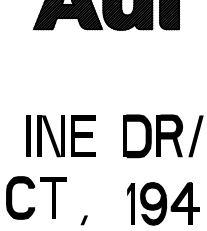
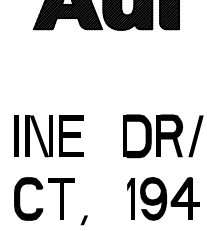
part at (60, 136) position: (60, 136) -> (48, 136)
part at (34, 188) position: (34, 188) -> (42, 189)
part at (163, 203) position: (163, 203) -> (163, 198)
